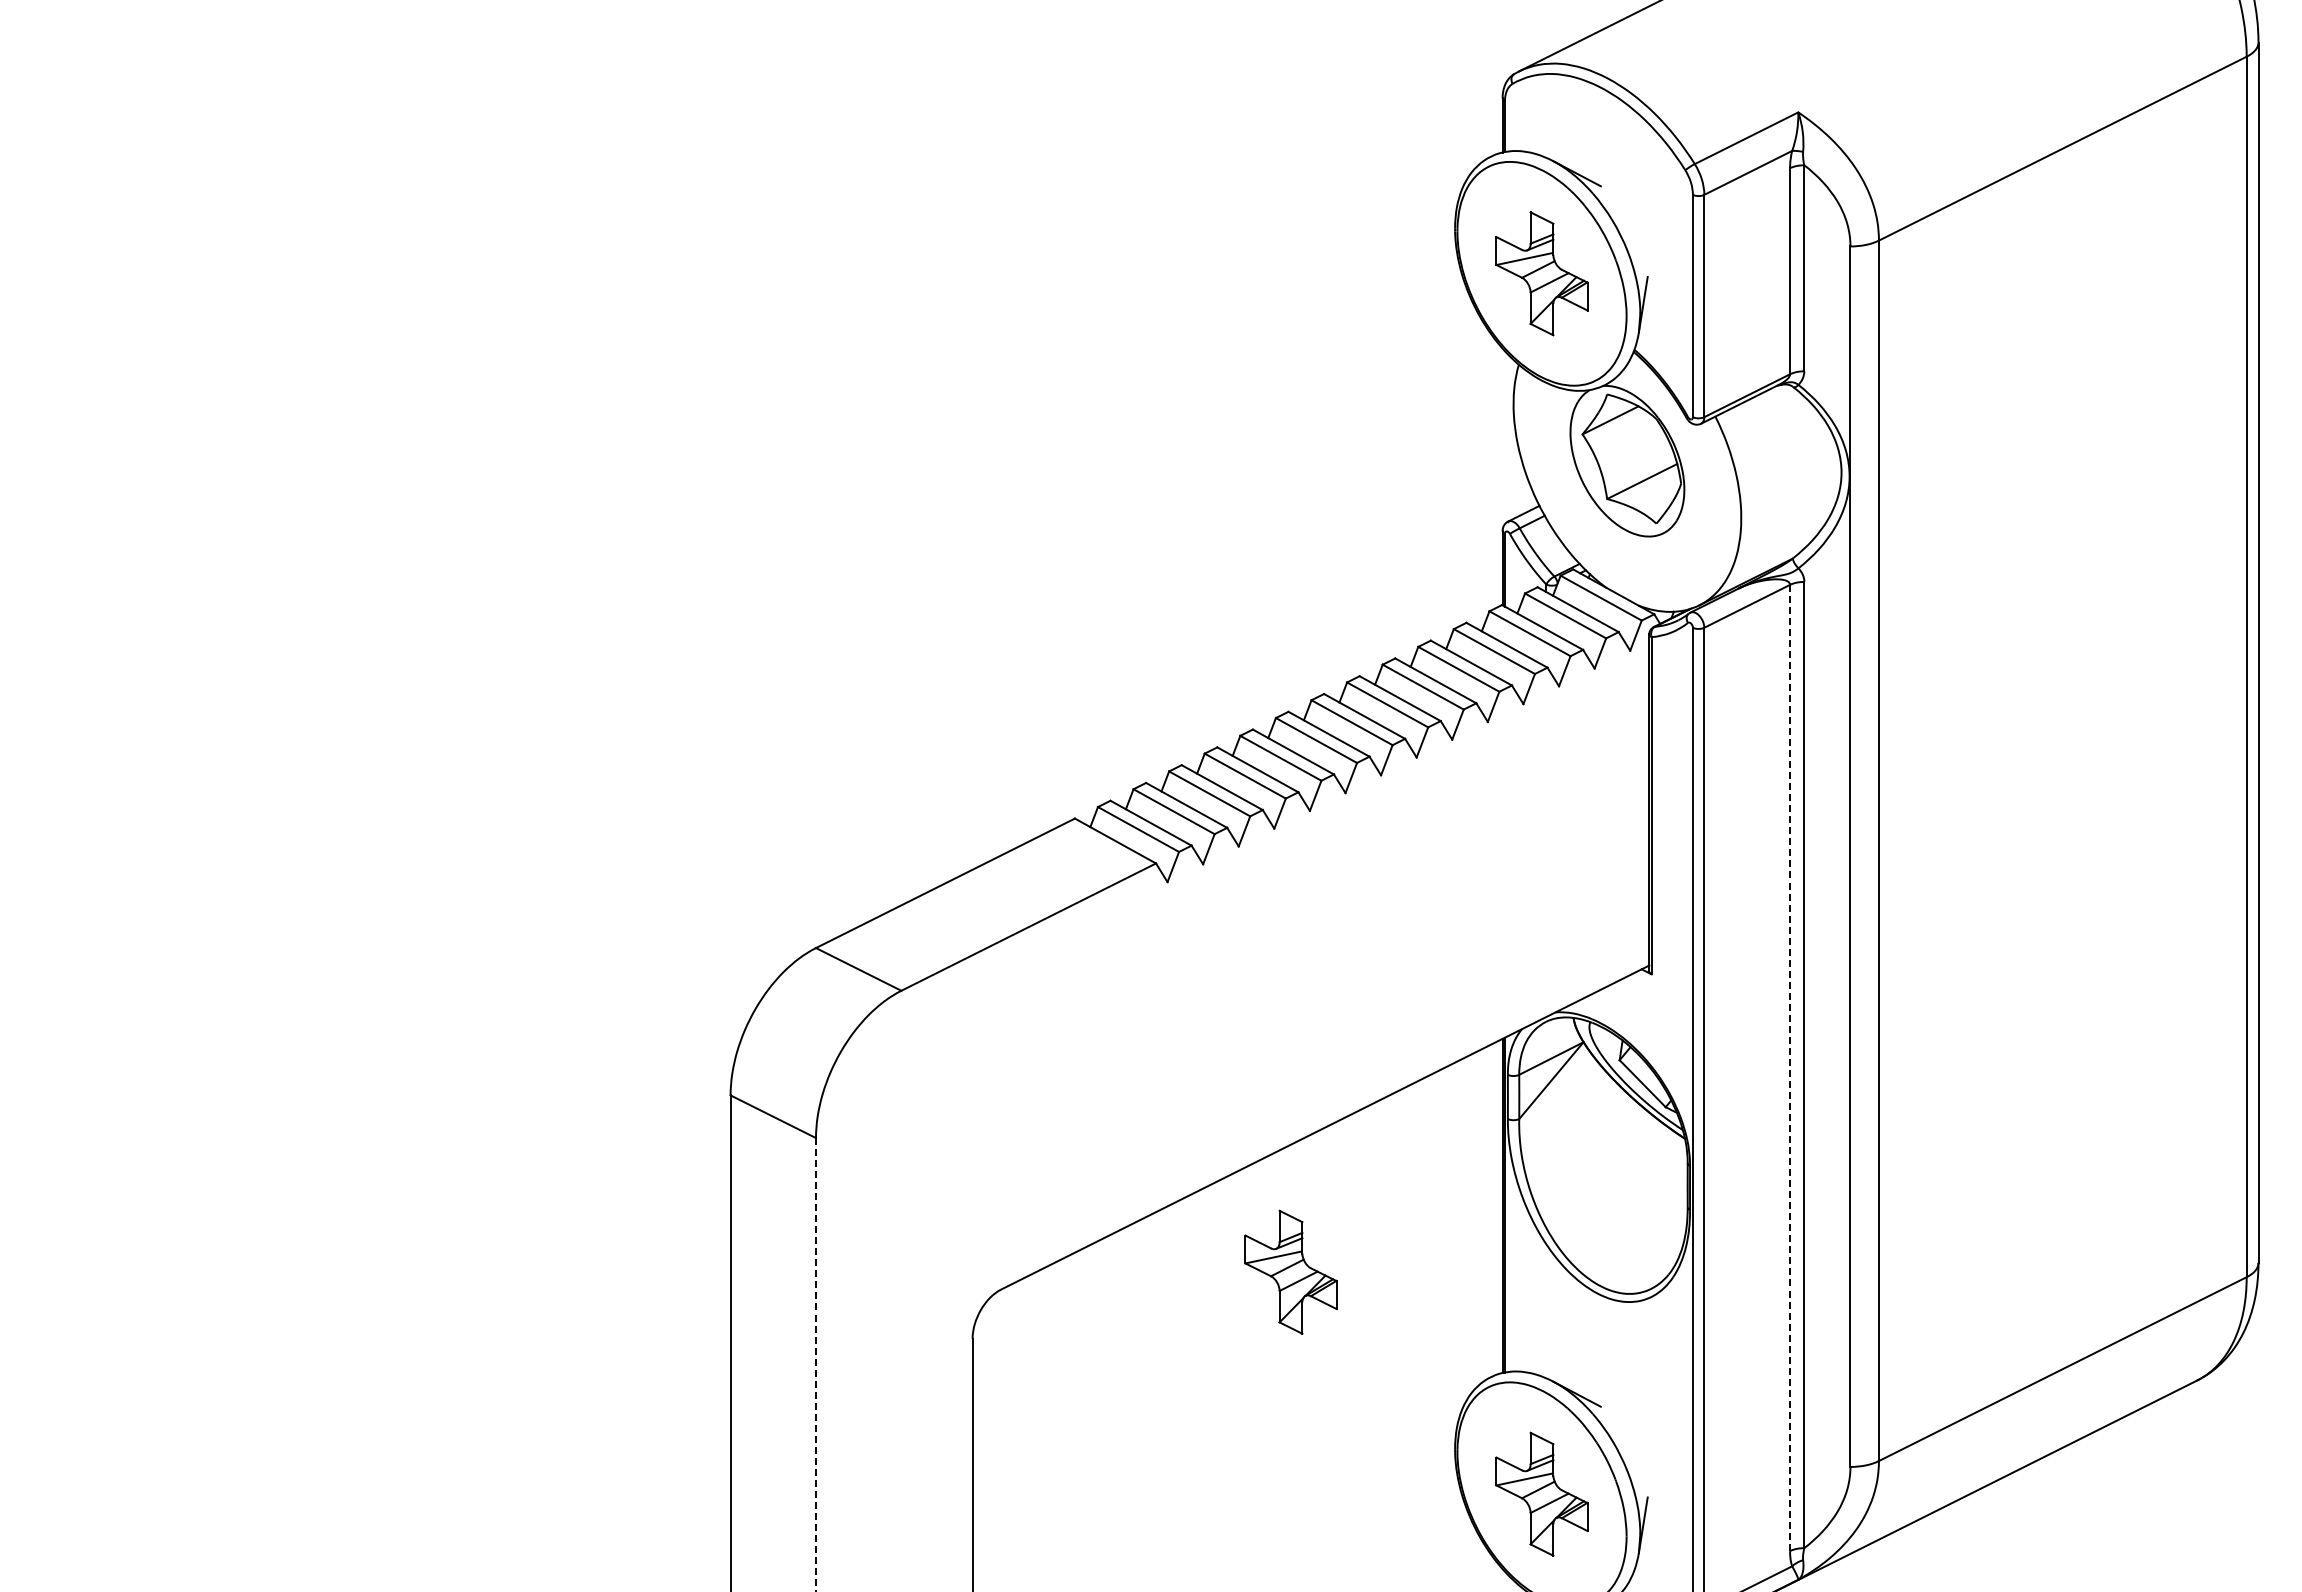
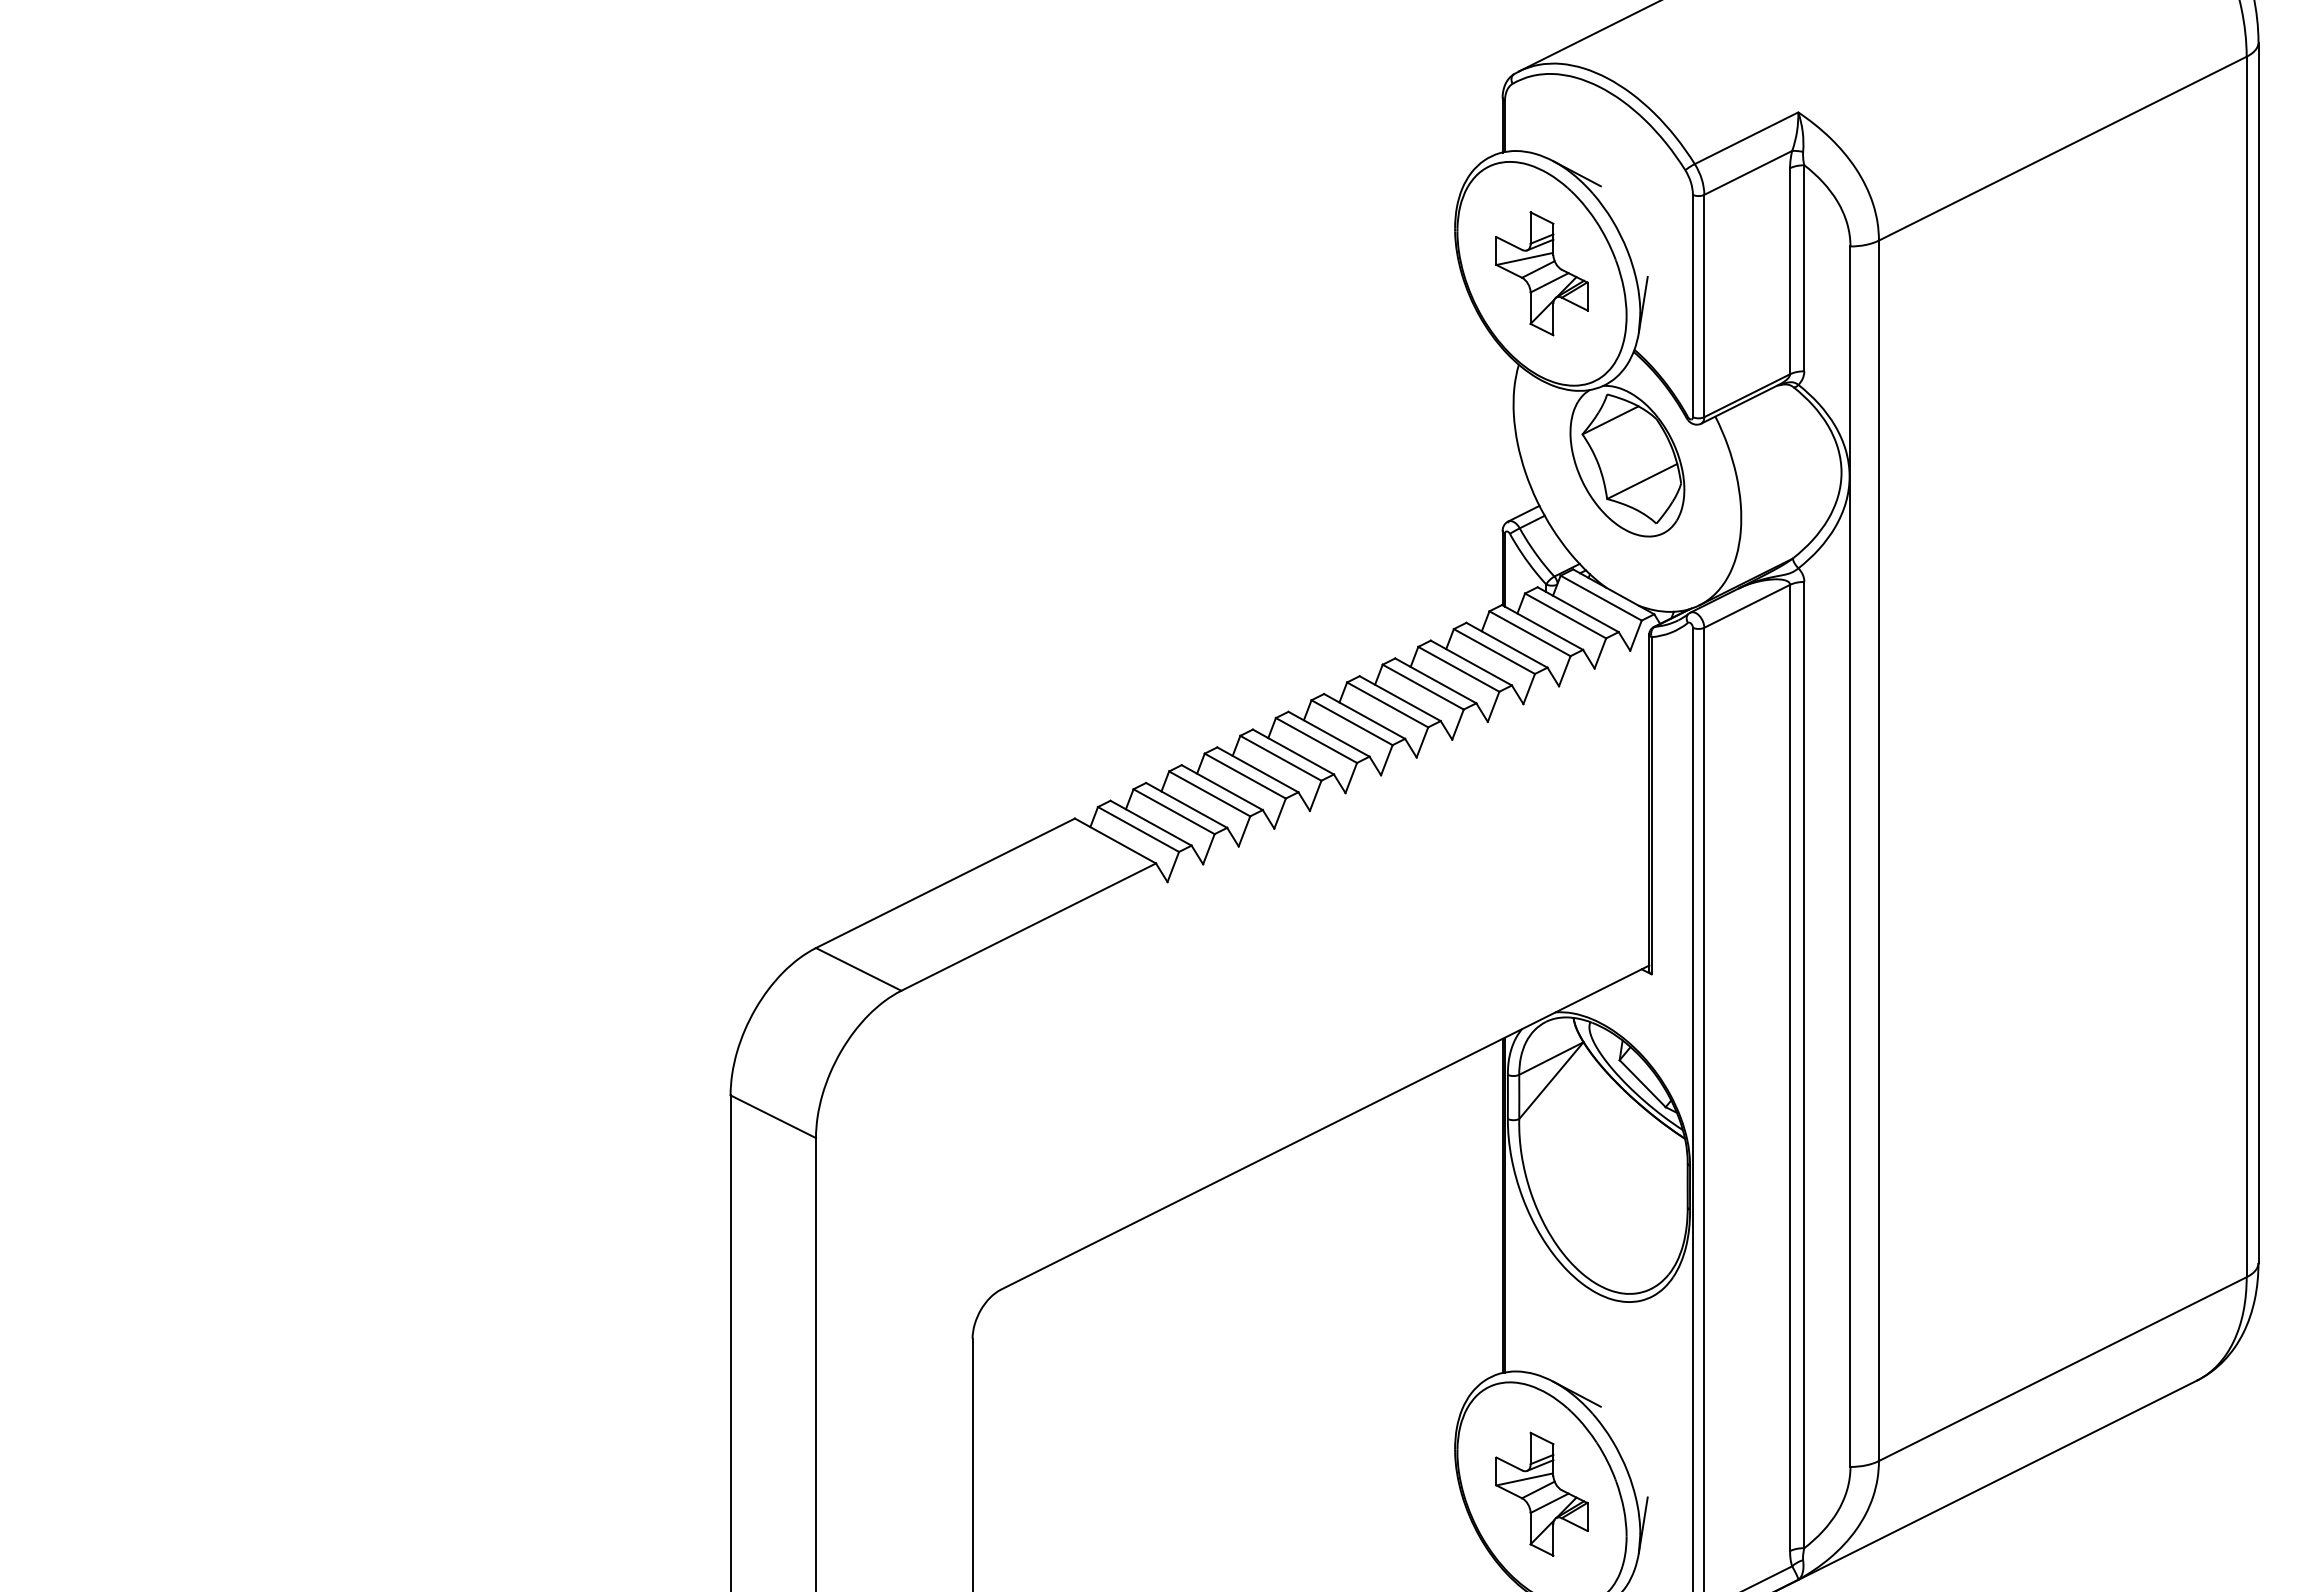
line at (1790, 1067): dashed -> solid
part at (1290, 1271): present -> none
line at (816, 1364): dashed -> solid
